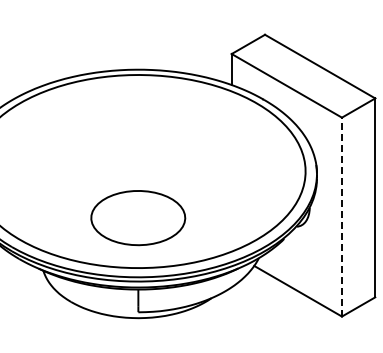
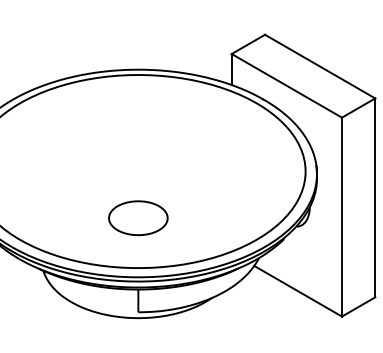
line at (341, 216): dashed -> solid
part at (138, 218) size: 97x57 px -> 61x37 px
